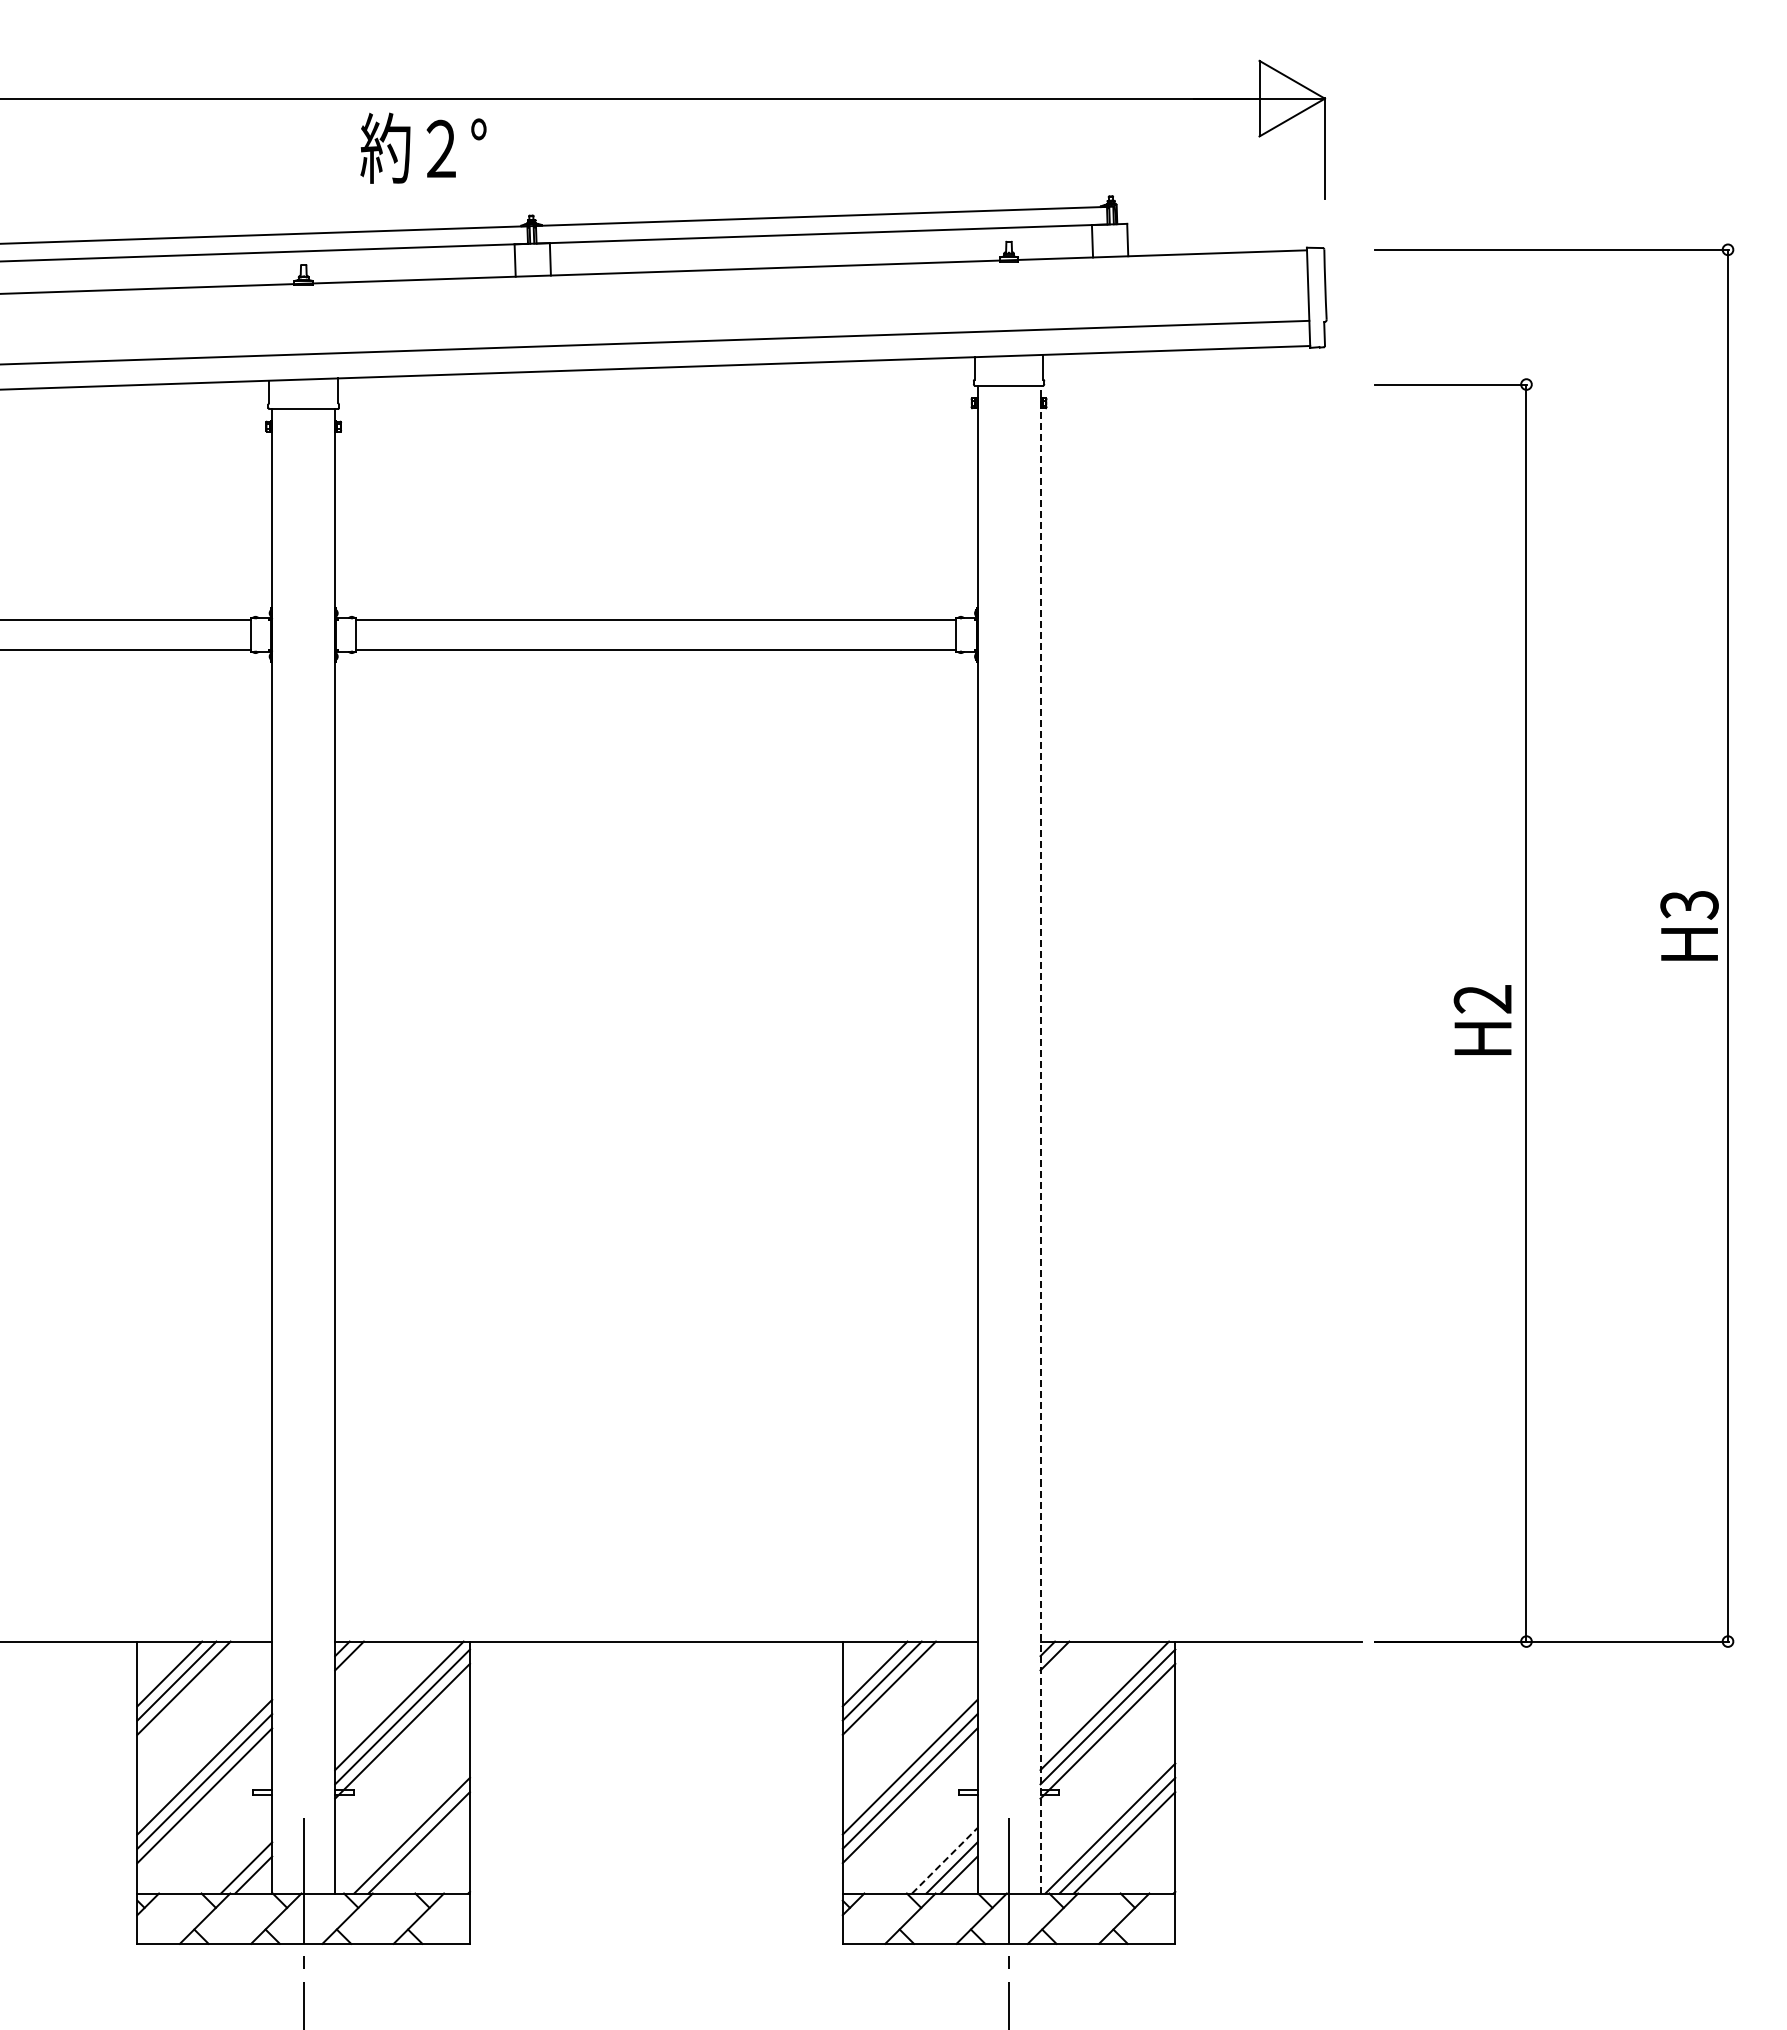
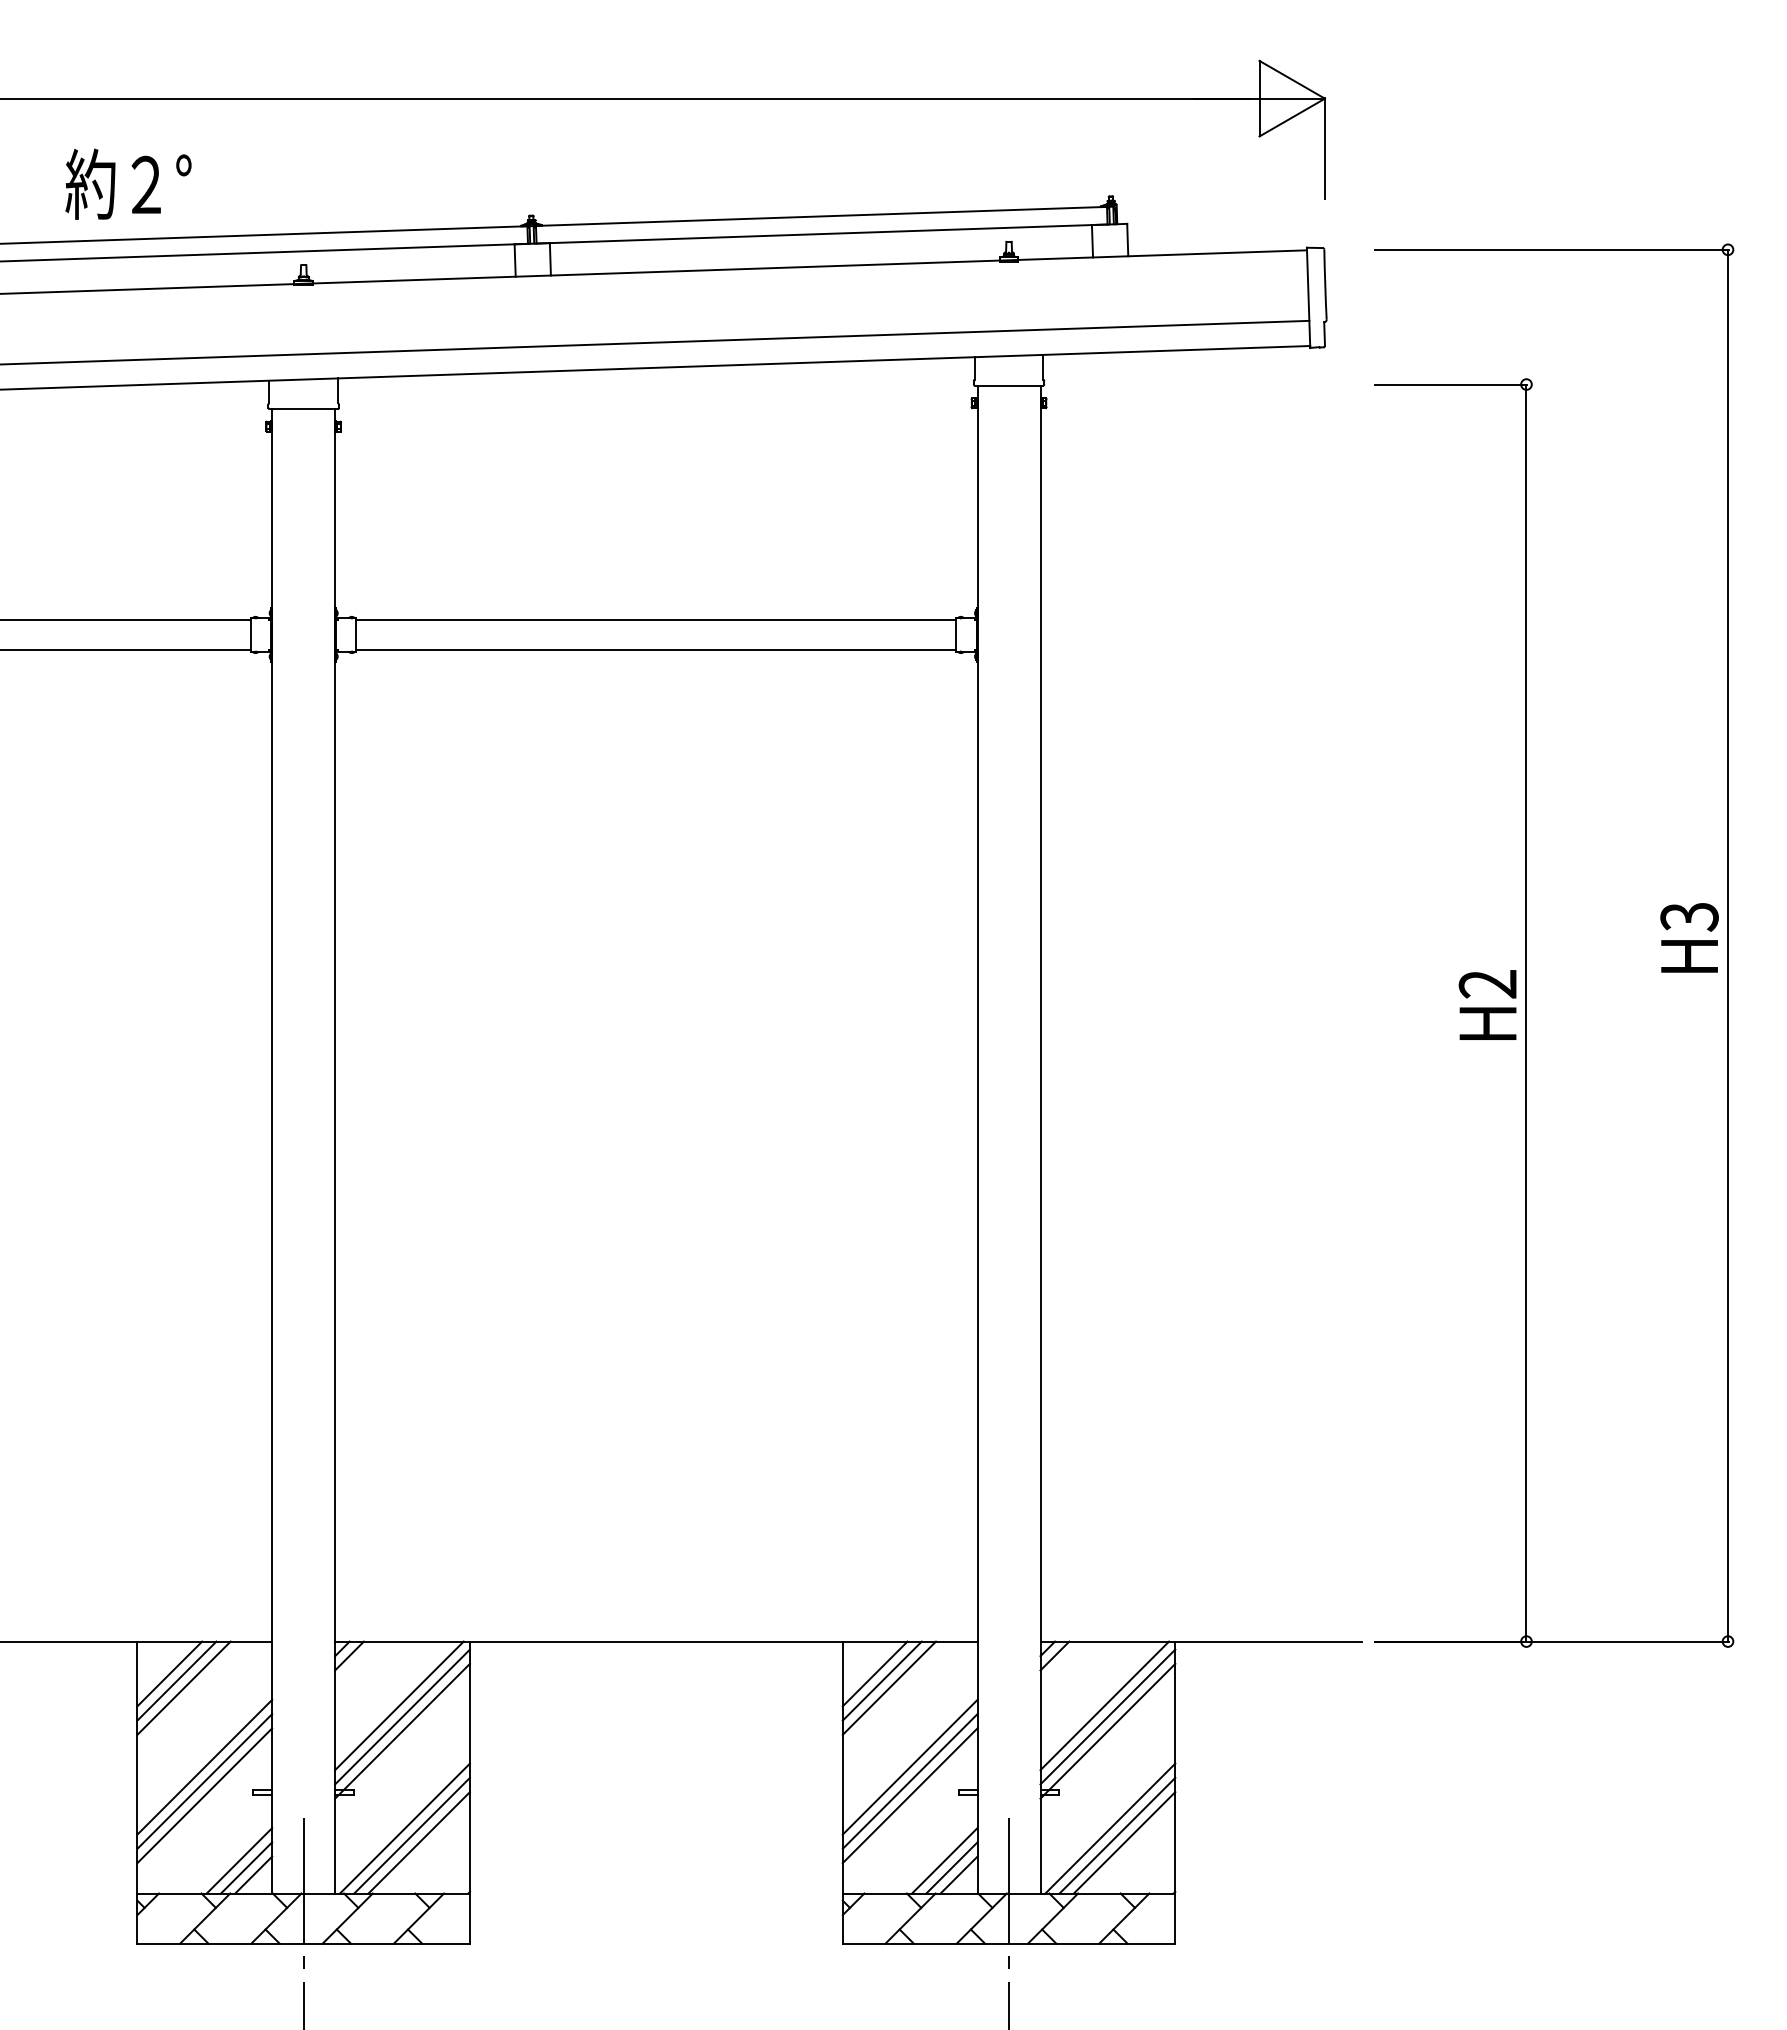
text at (423, 147) position: (423, 147) -> (128, 183)
text at (1689, 925) position: (1689, 925) -> (1689, 937)
text at (1482, 1019) position: (1482, 1019) -> (1487, 1004)
line at (1040, 1139): dashed -> solid
line at (404, 1828): none -> present
line at (239, 1860): none -> present
line at (945, 1860): dashed -> solid
